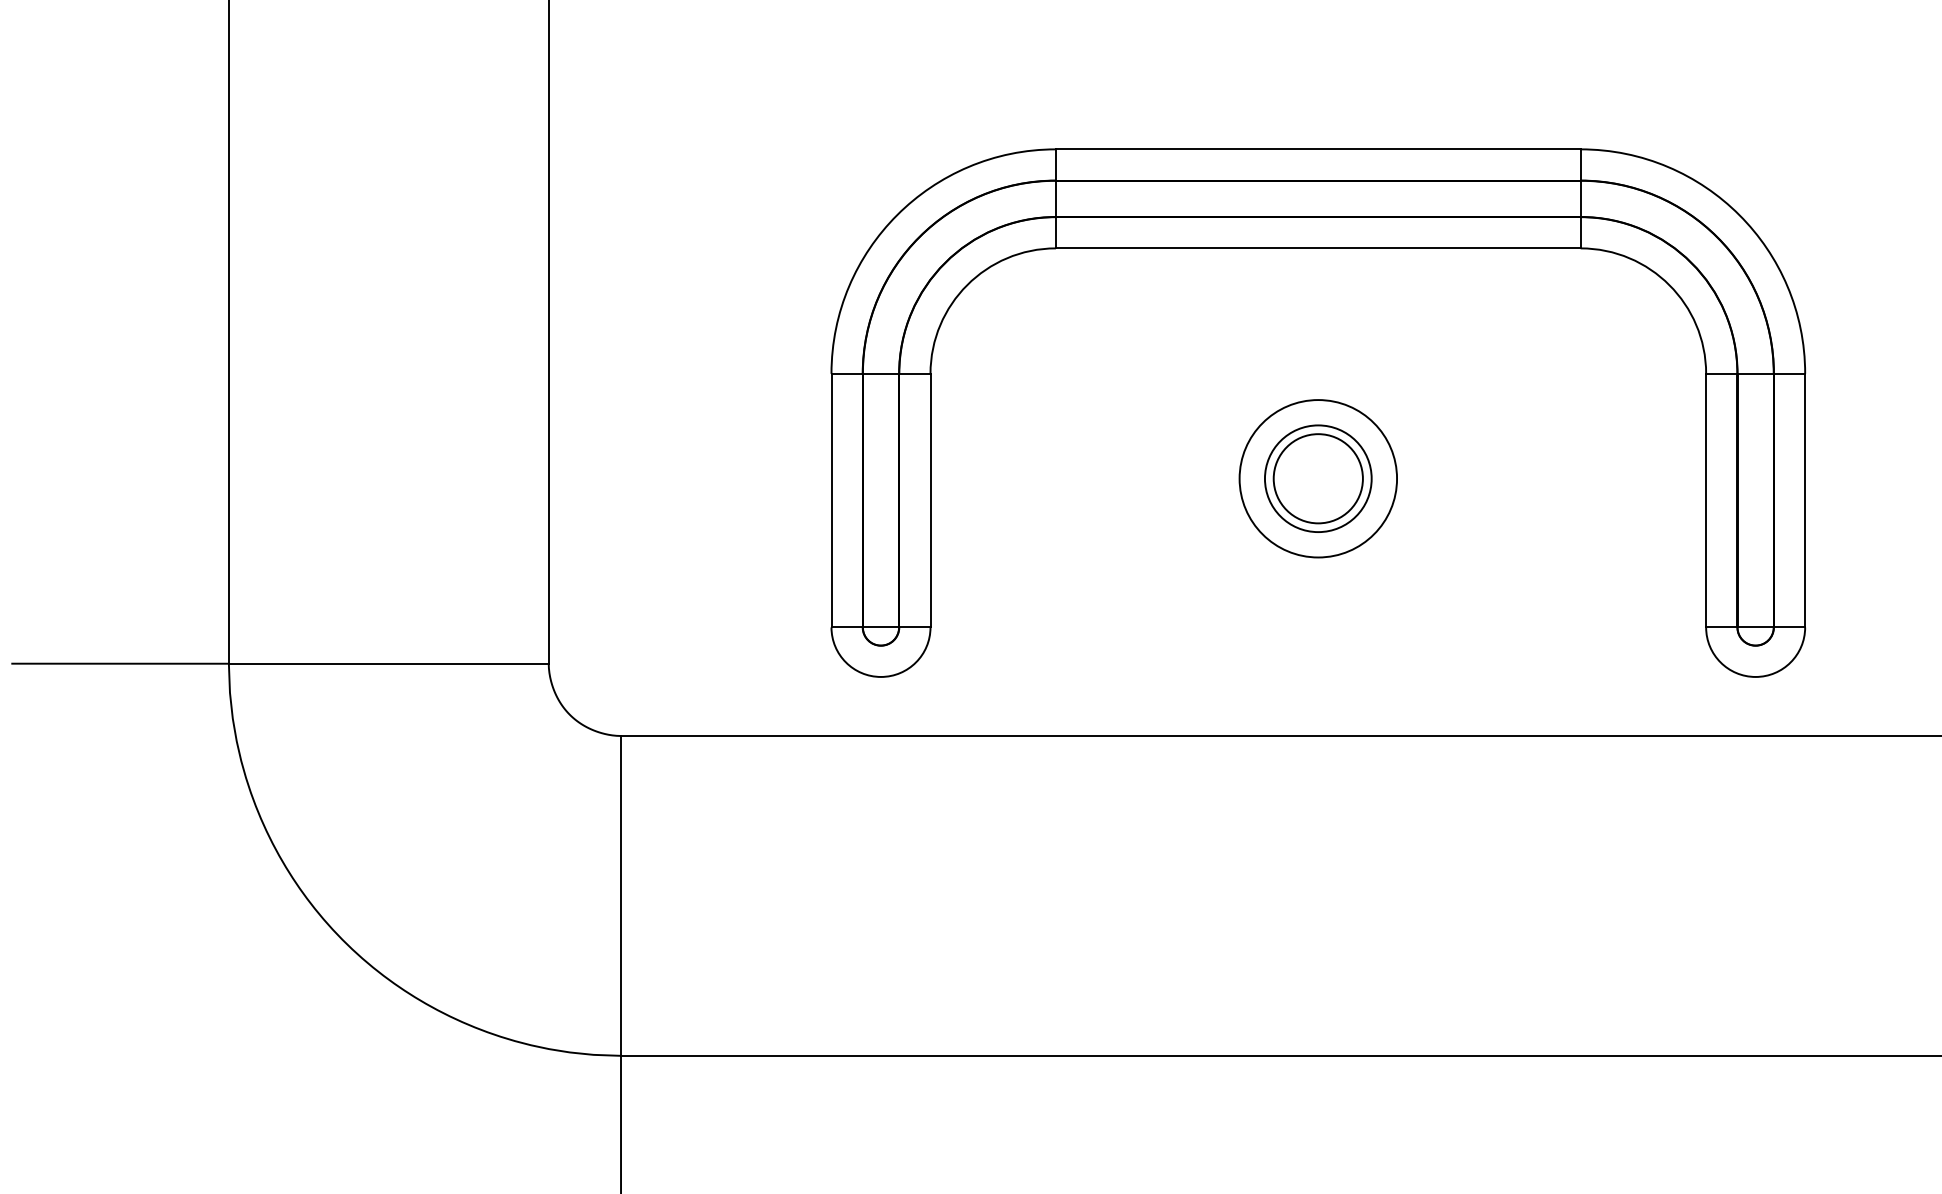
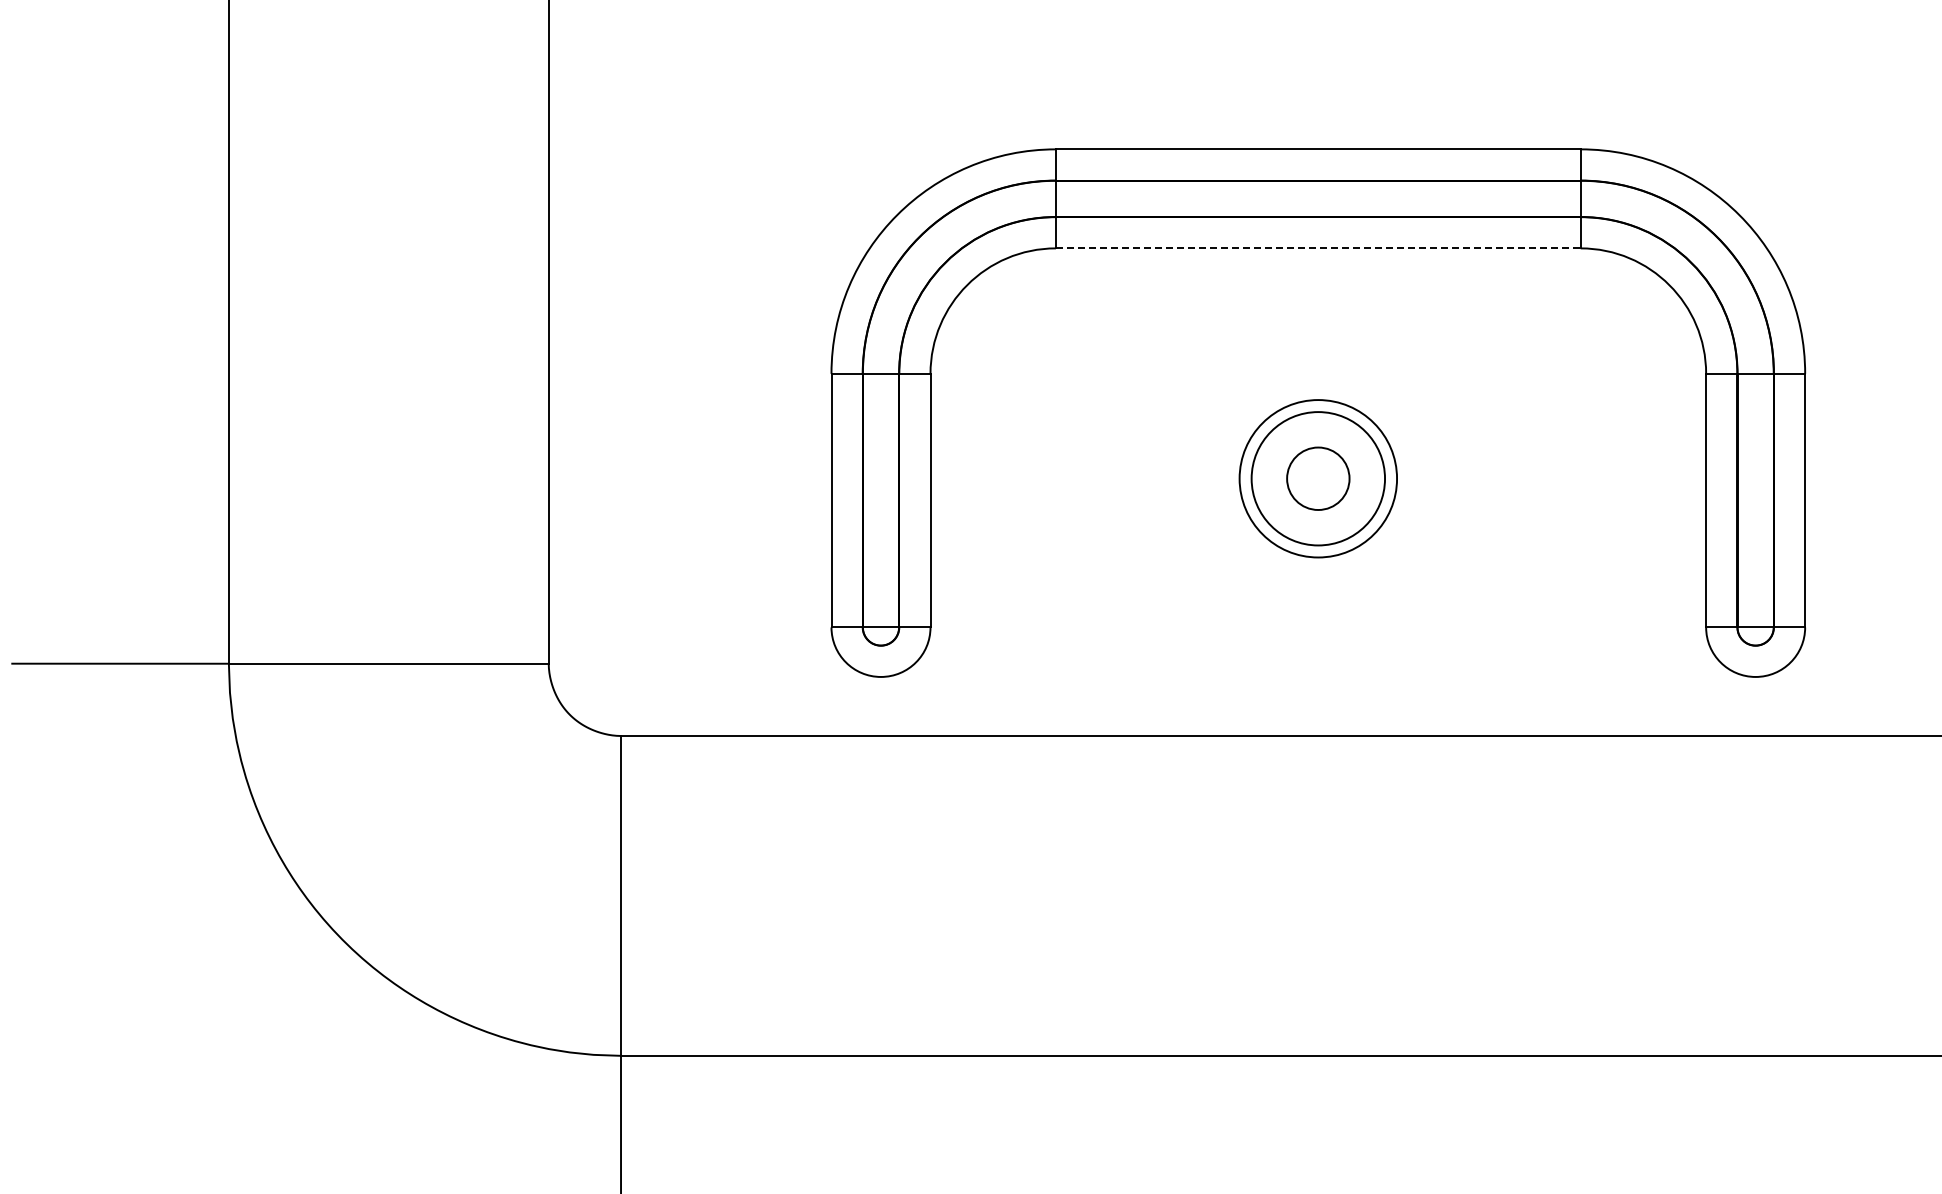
line at (1318, 248): solid -> dashed
circle at (1317, 478) diameter: 107 px -> 133 px
circle at (1317, 478) diameter: 89 px -> 62 px
